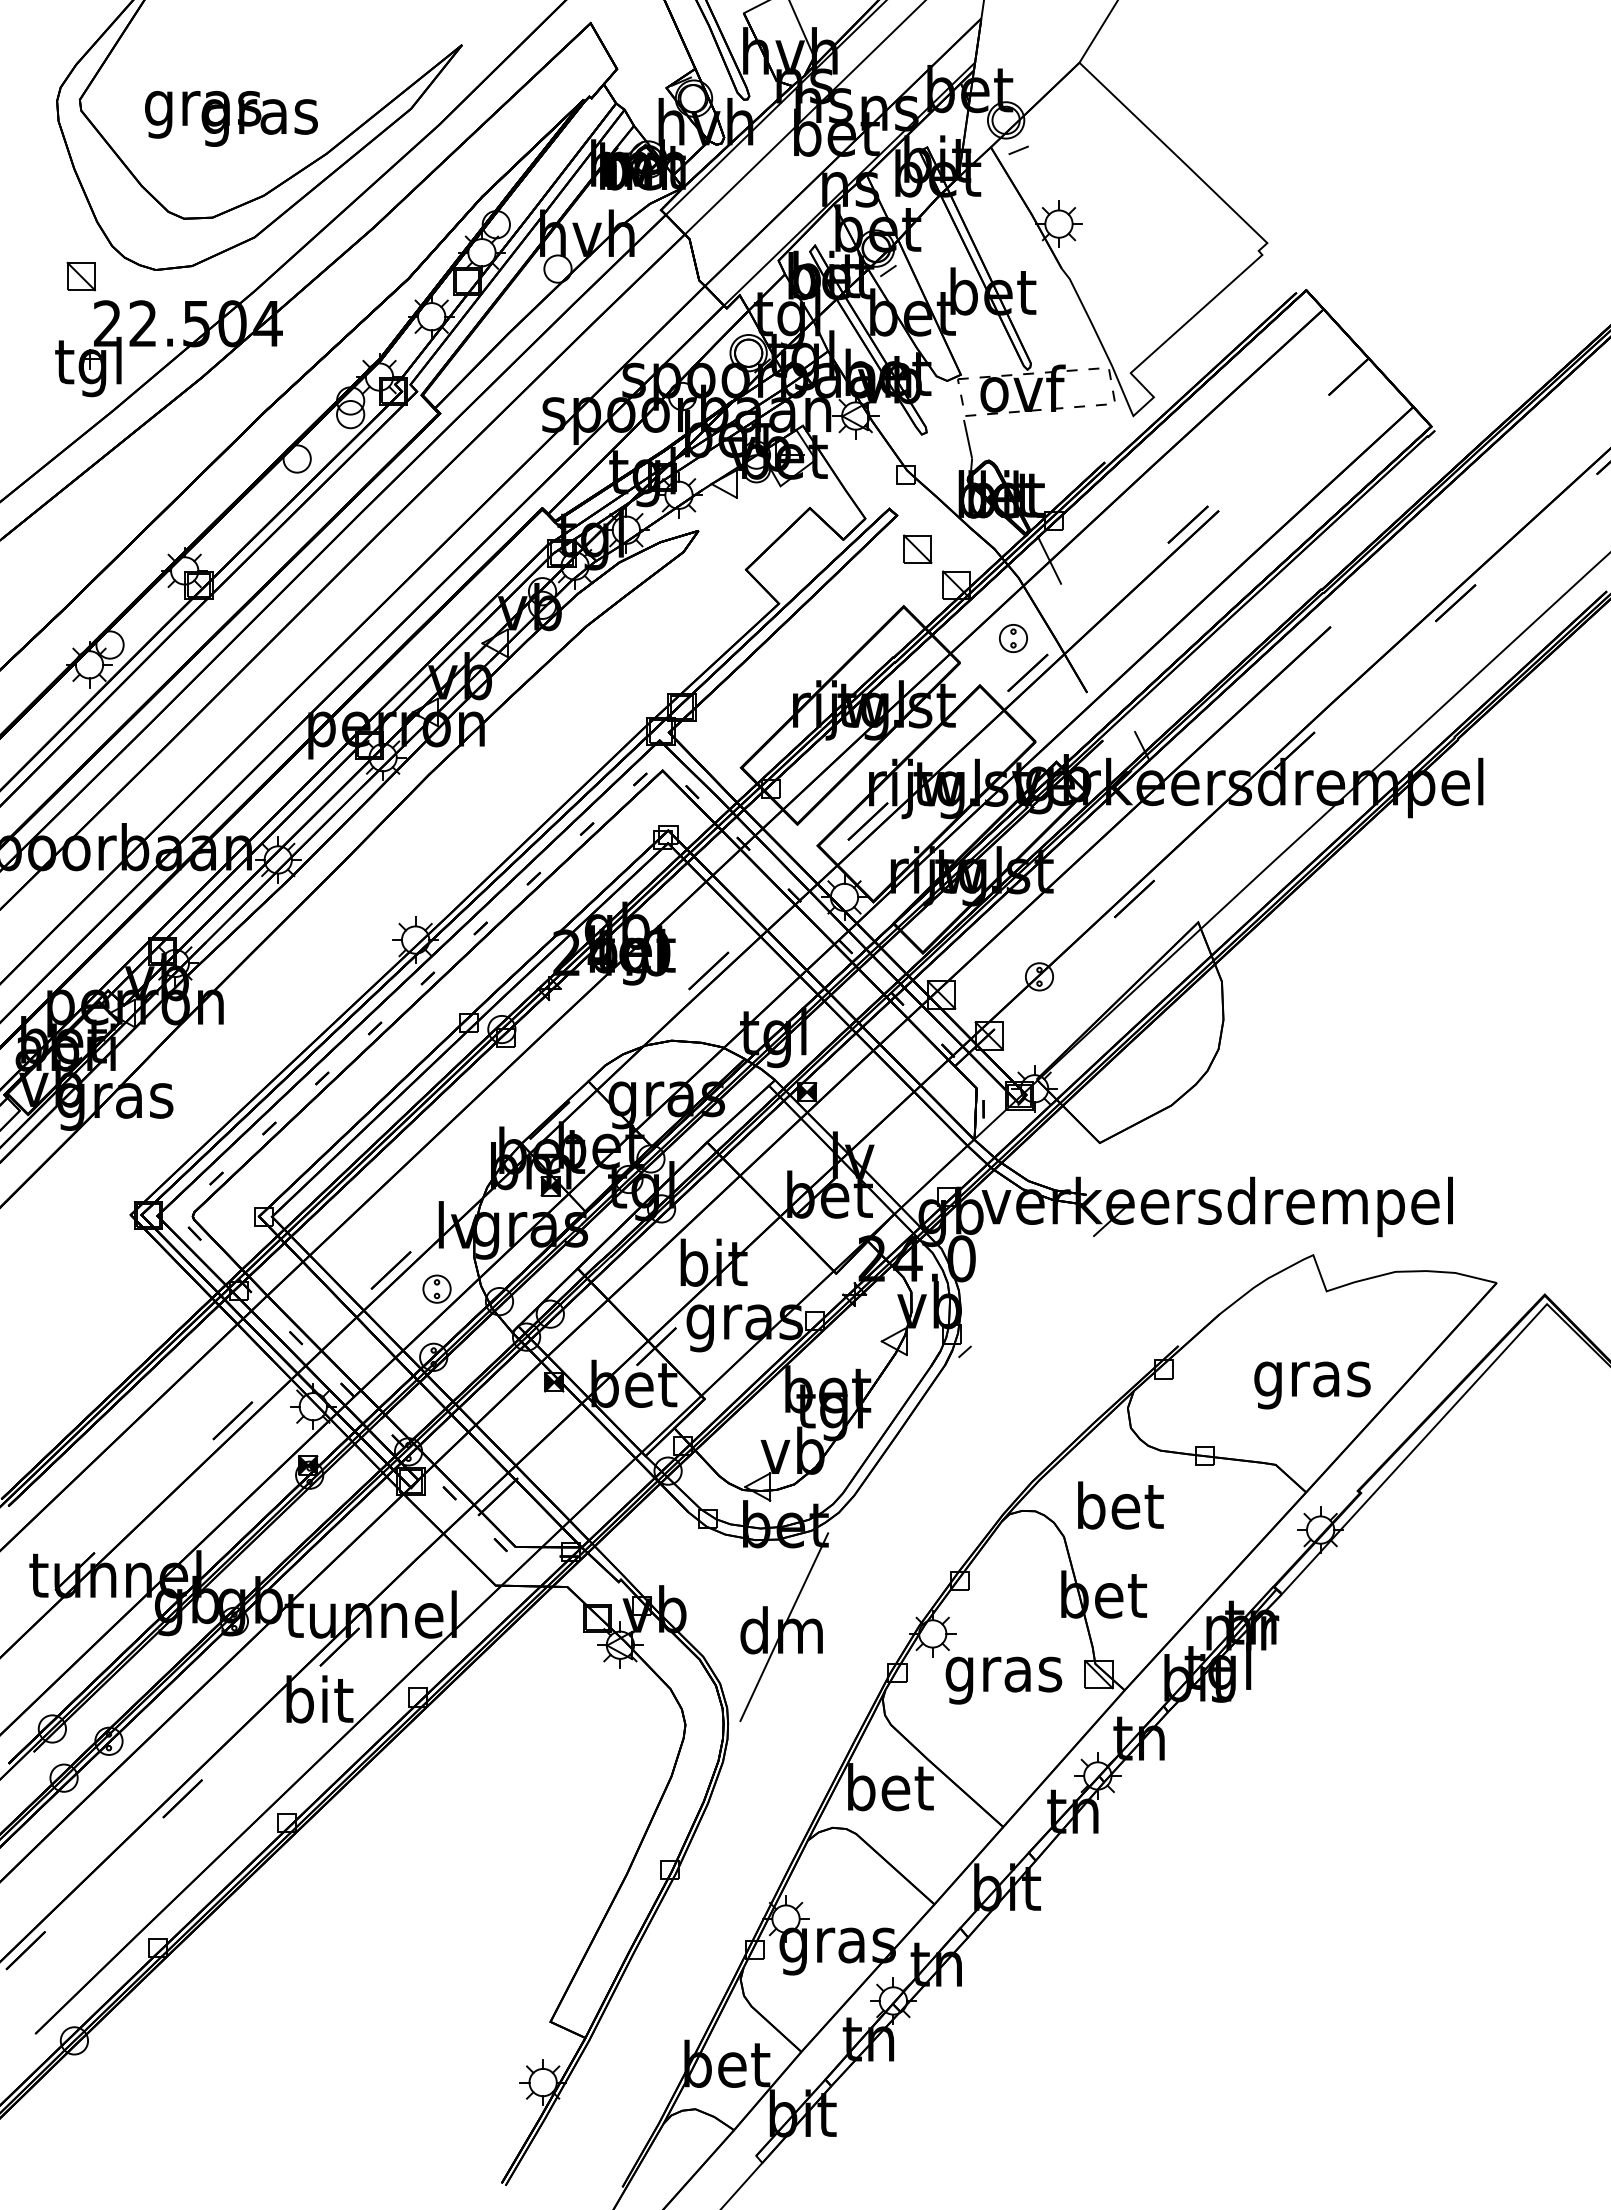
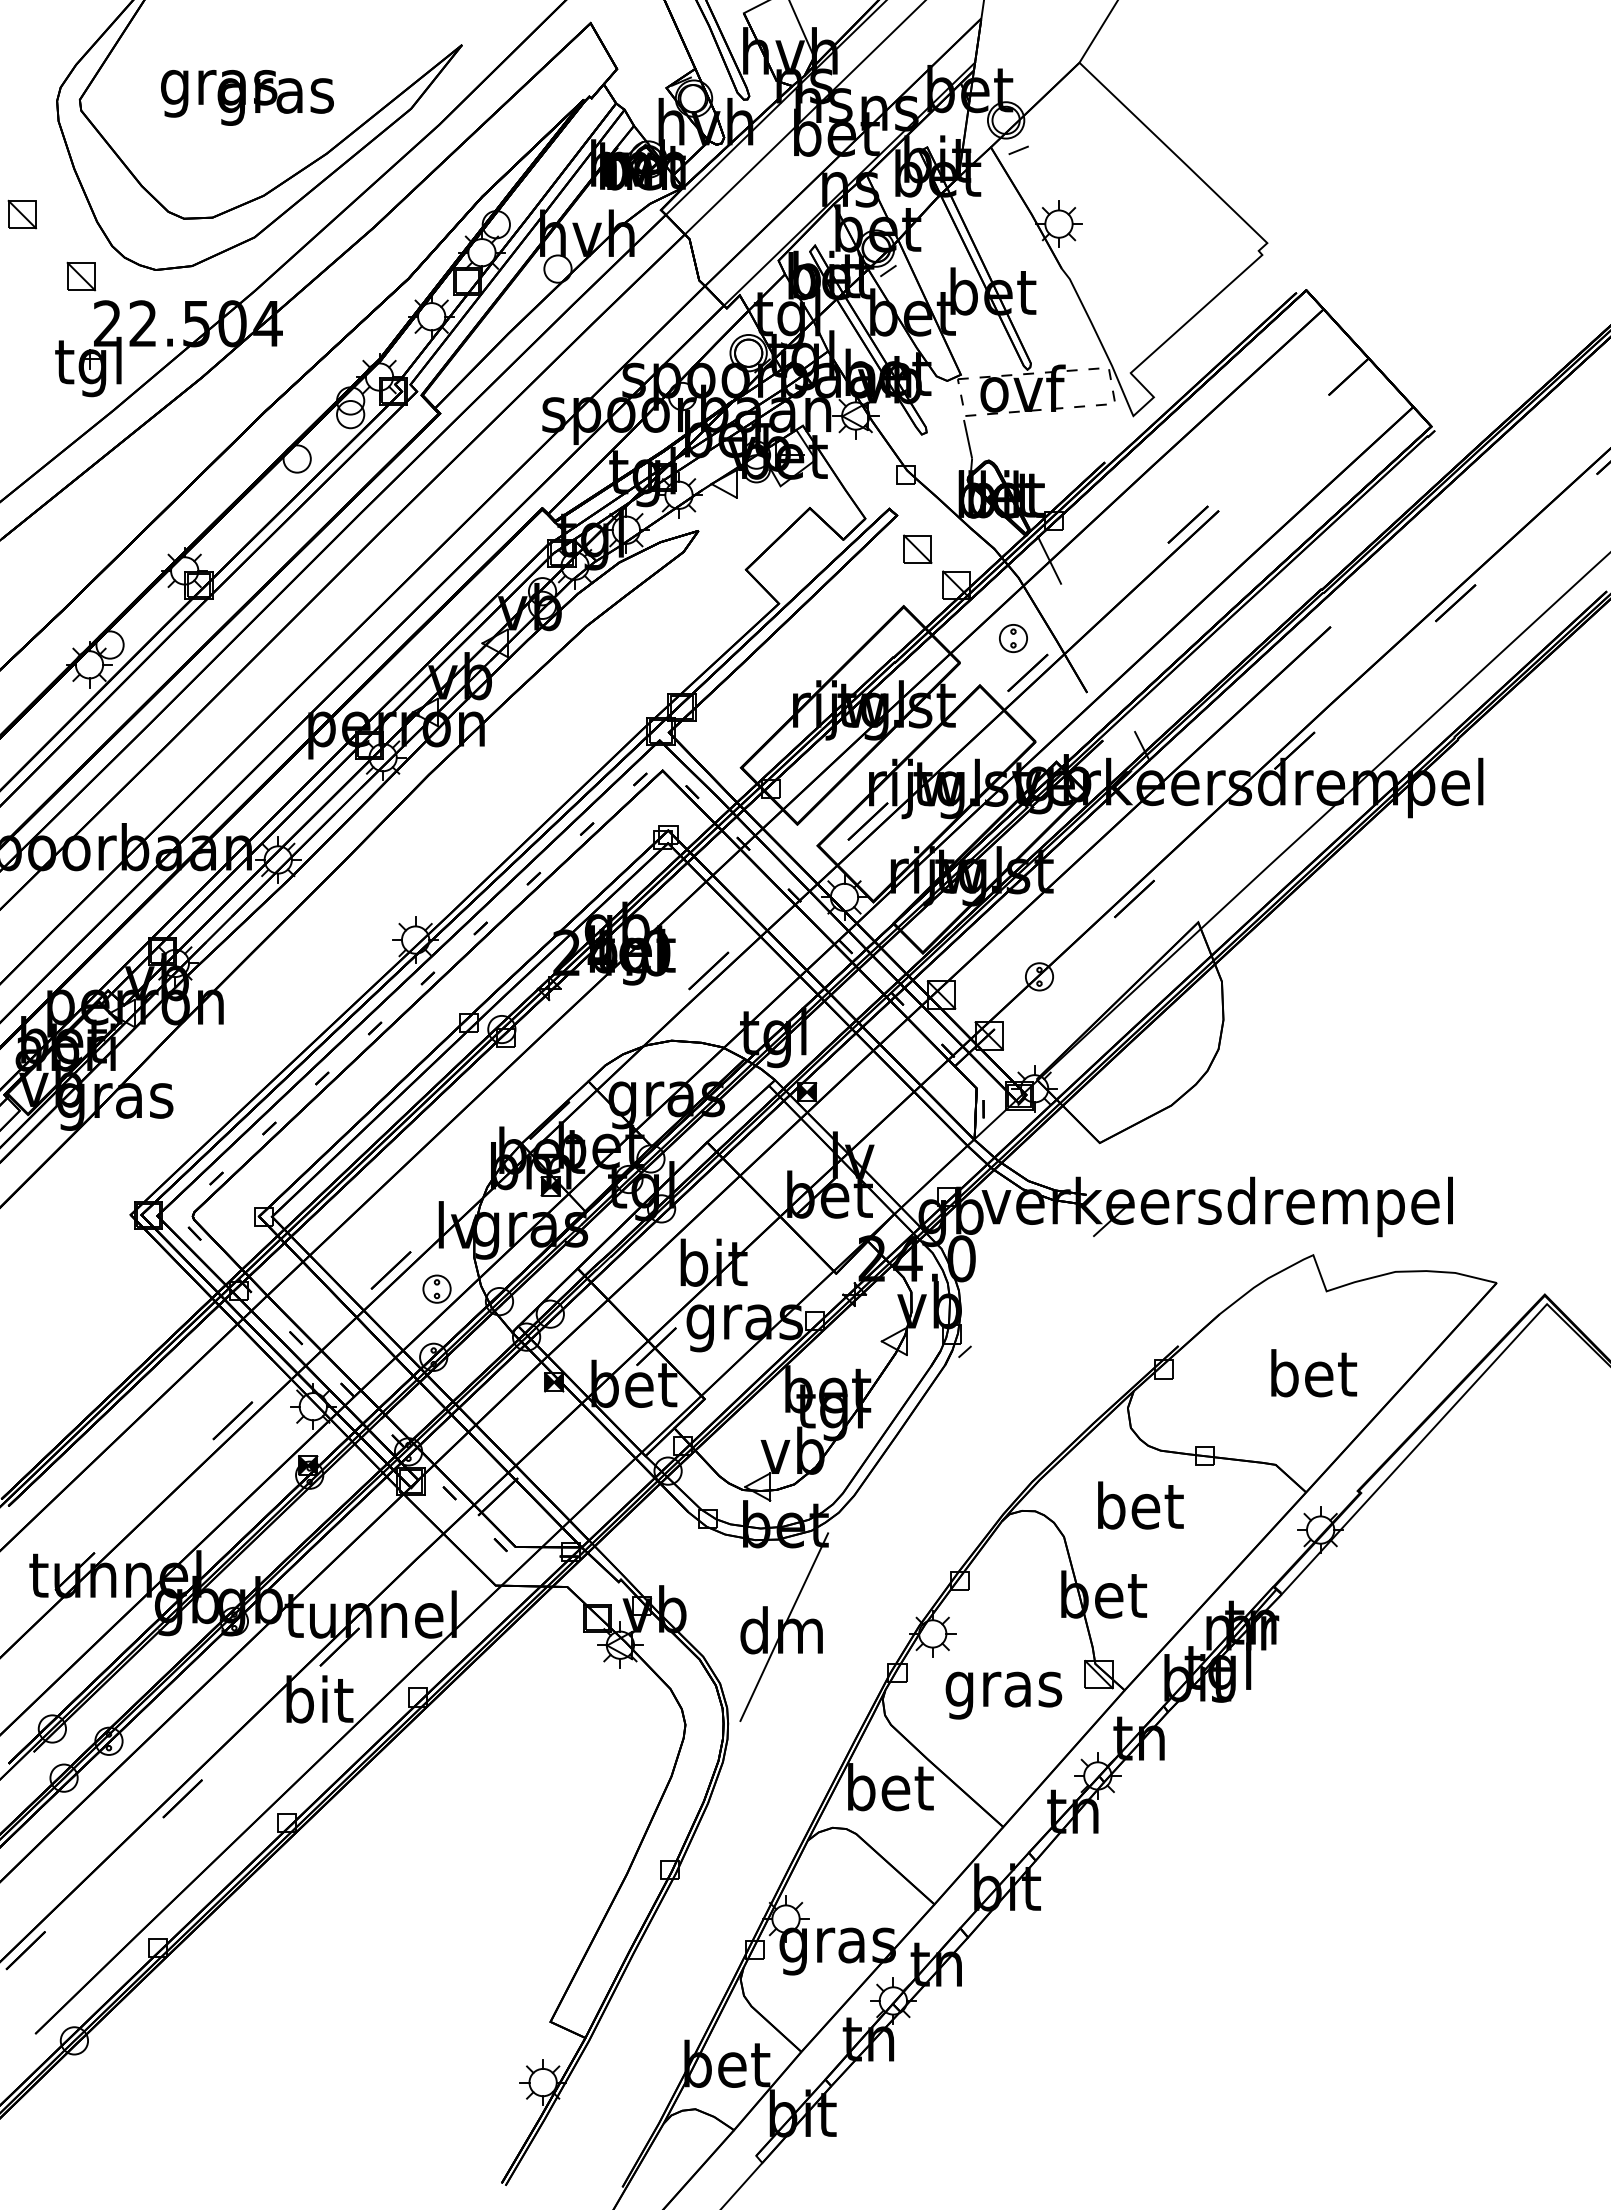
text at (231, 118) position: (231, 118) -> (247, 97)
part at (22, 214): none -> present
text at (1312, 1379): gras -> bet
text at (1120, 1505) position: (1120, 1505) -> (1140, 1505)
text at (1003, 1680) position: (1003, 1680) -> (1003, 1695)
